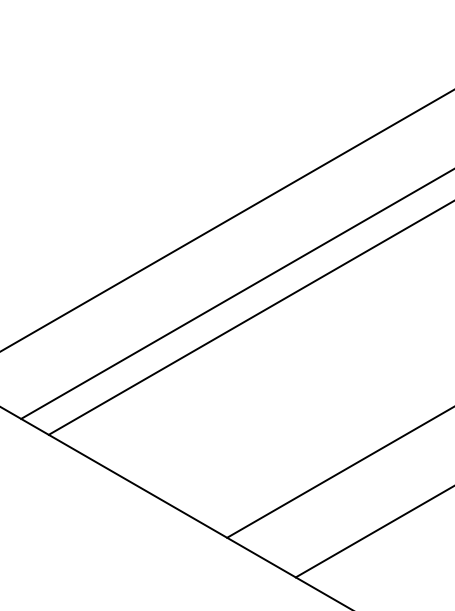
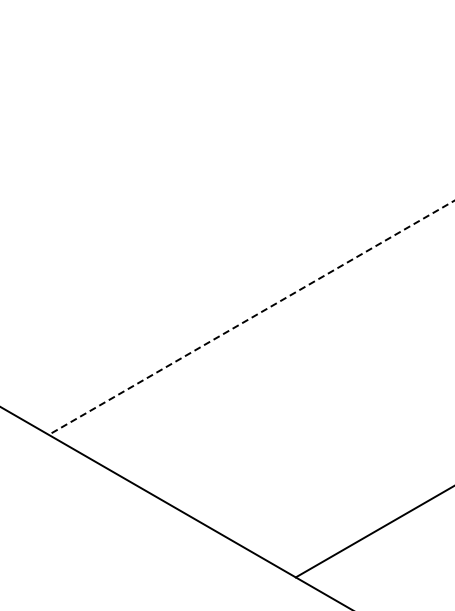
line at (226, 220): present -> none
line at (236, 294): present -> none
line at (251, 317): solid -> dashed
line at (339, 472): present -> none
